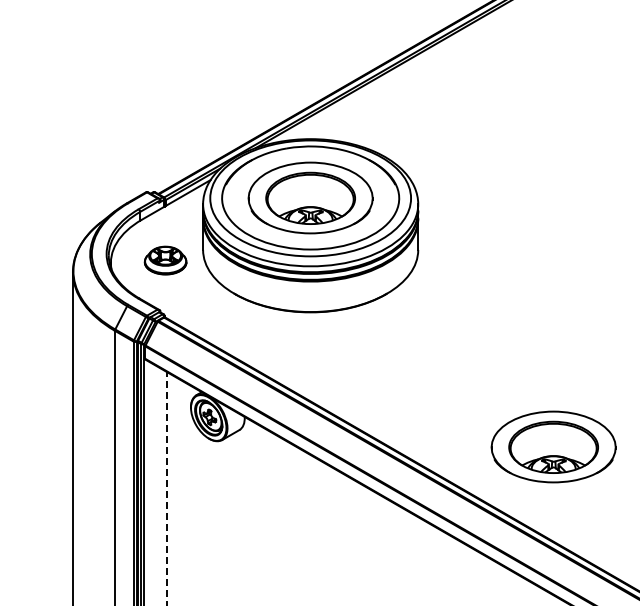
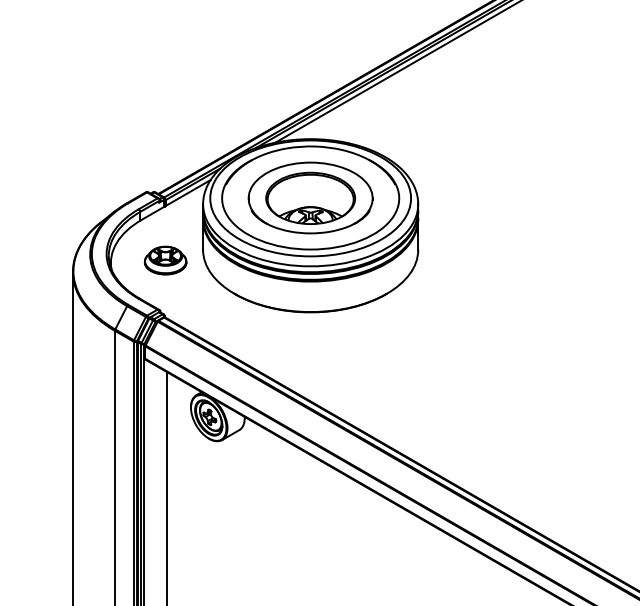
line at (396, 72): none -> present
part at (553, 446): present -> none
line at (166, 488): dashed -> solid
